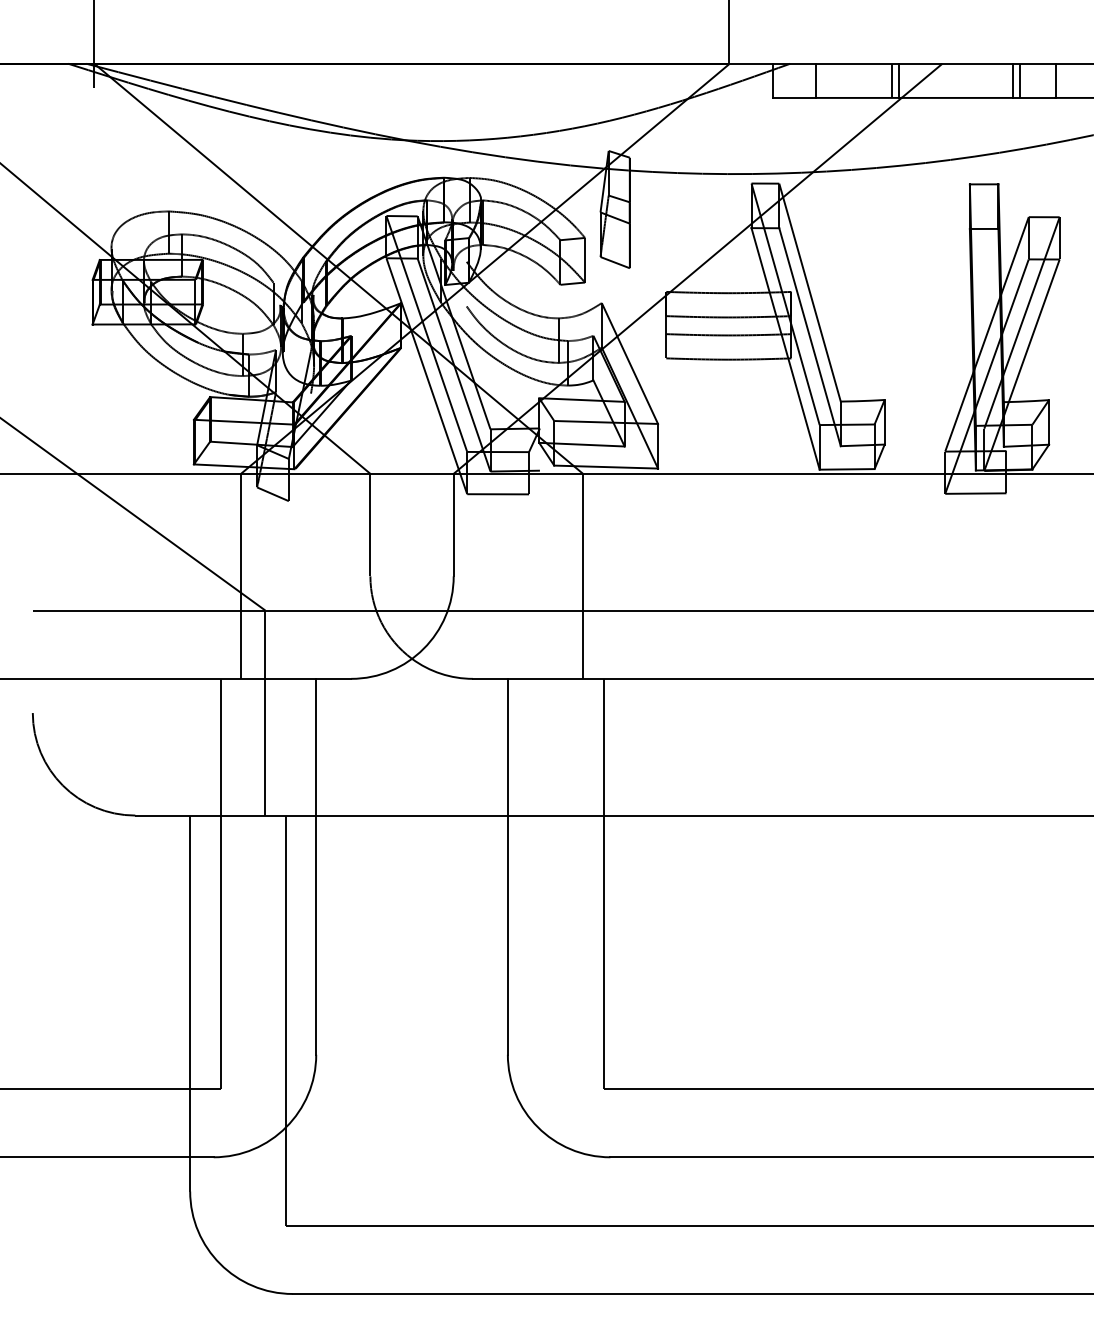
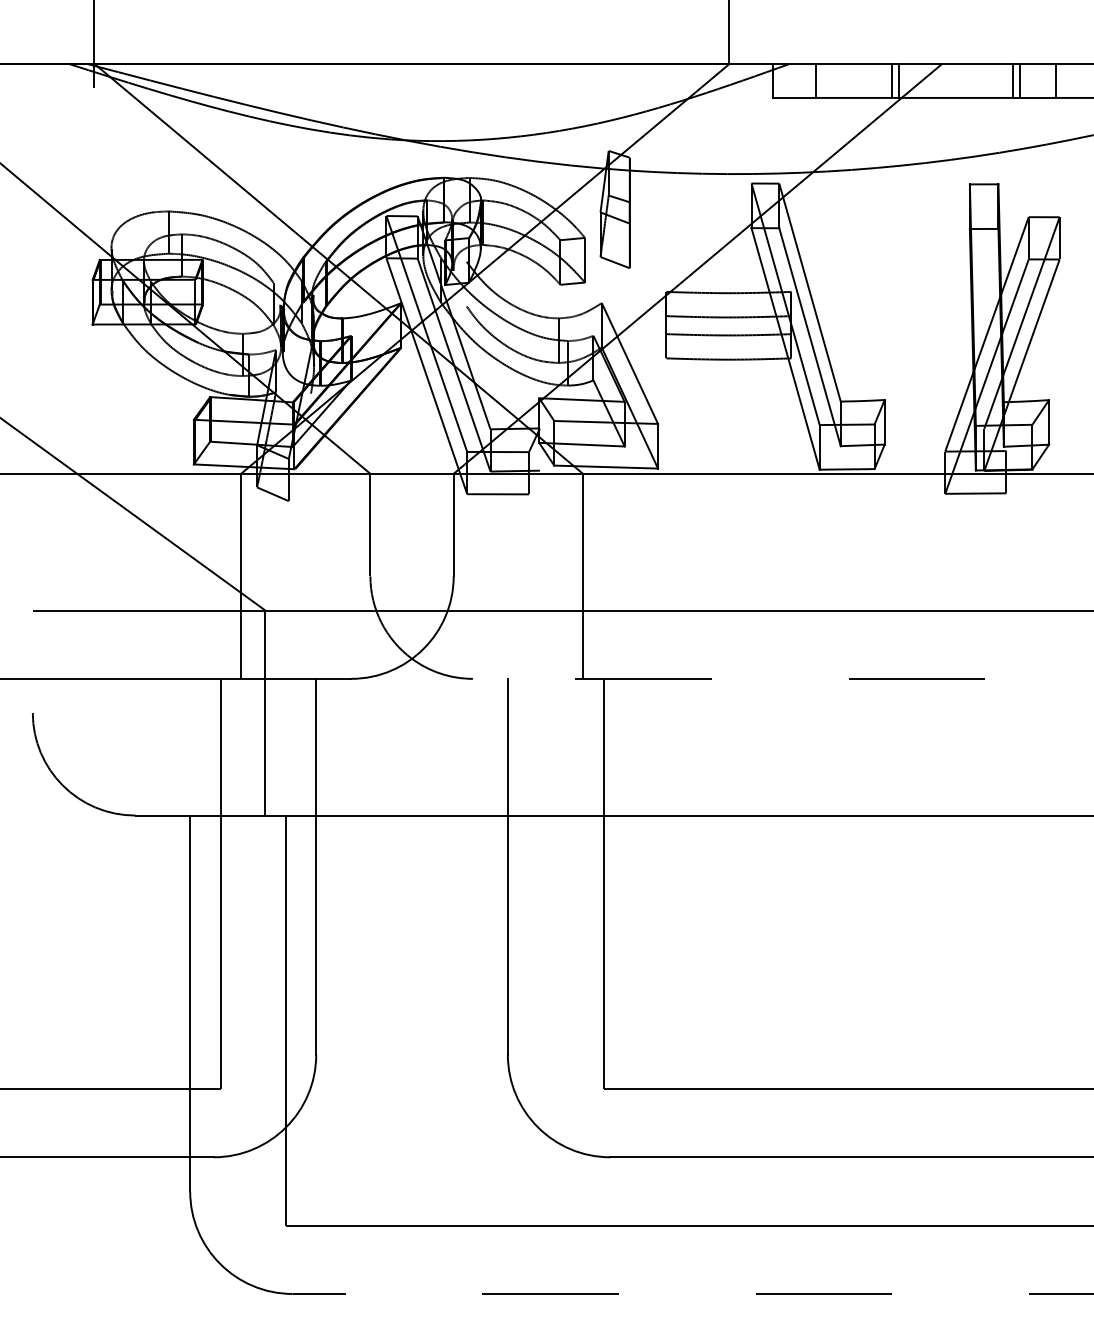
line at (782, 678): solid -> dashed
line at (692, 1293): solid -> dashed
